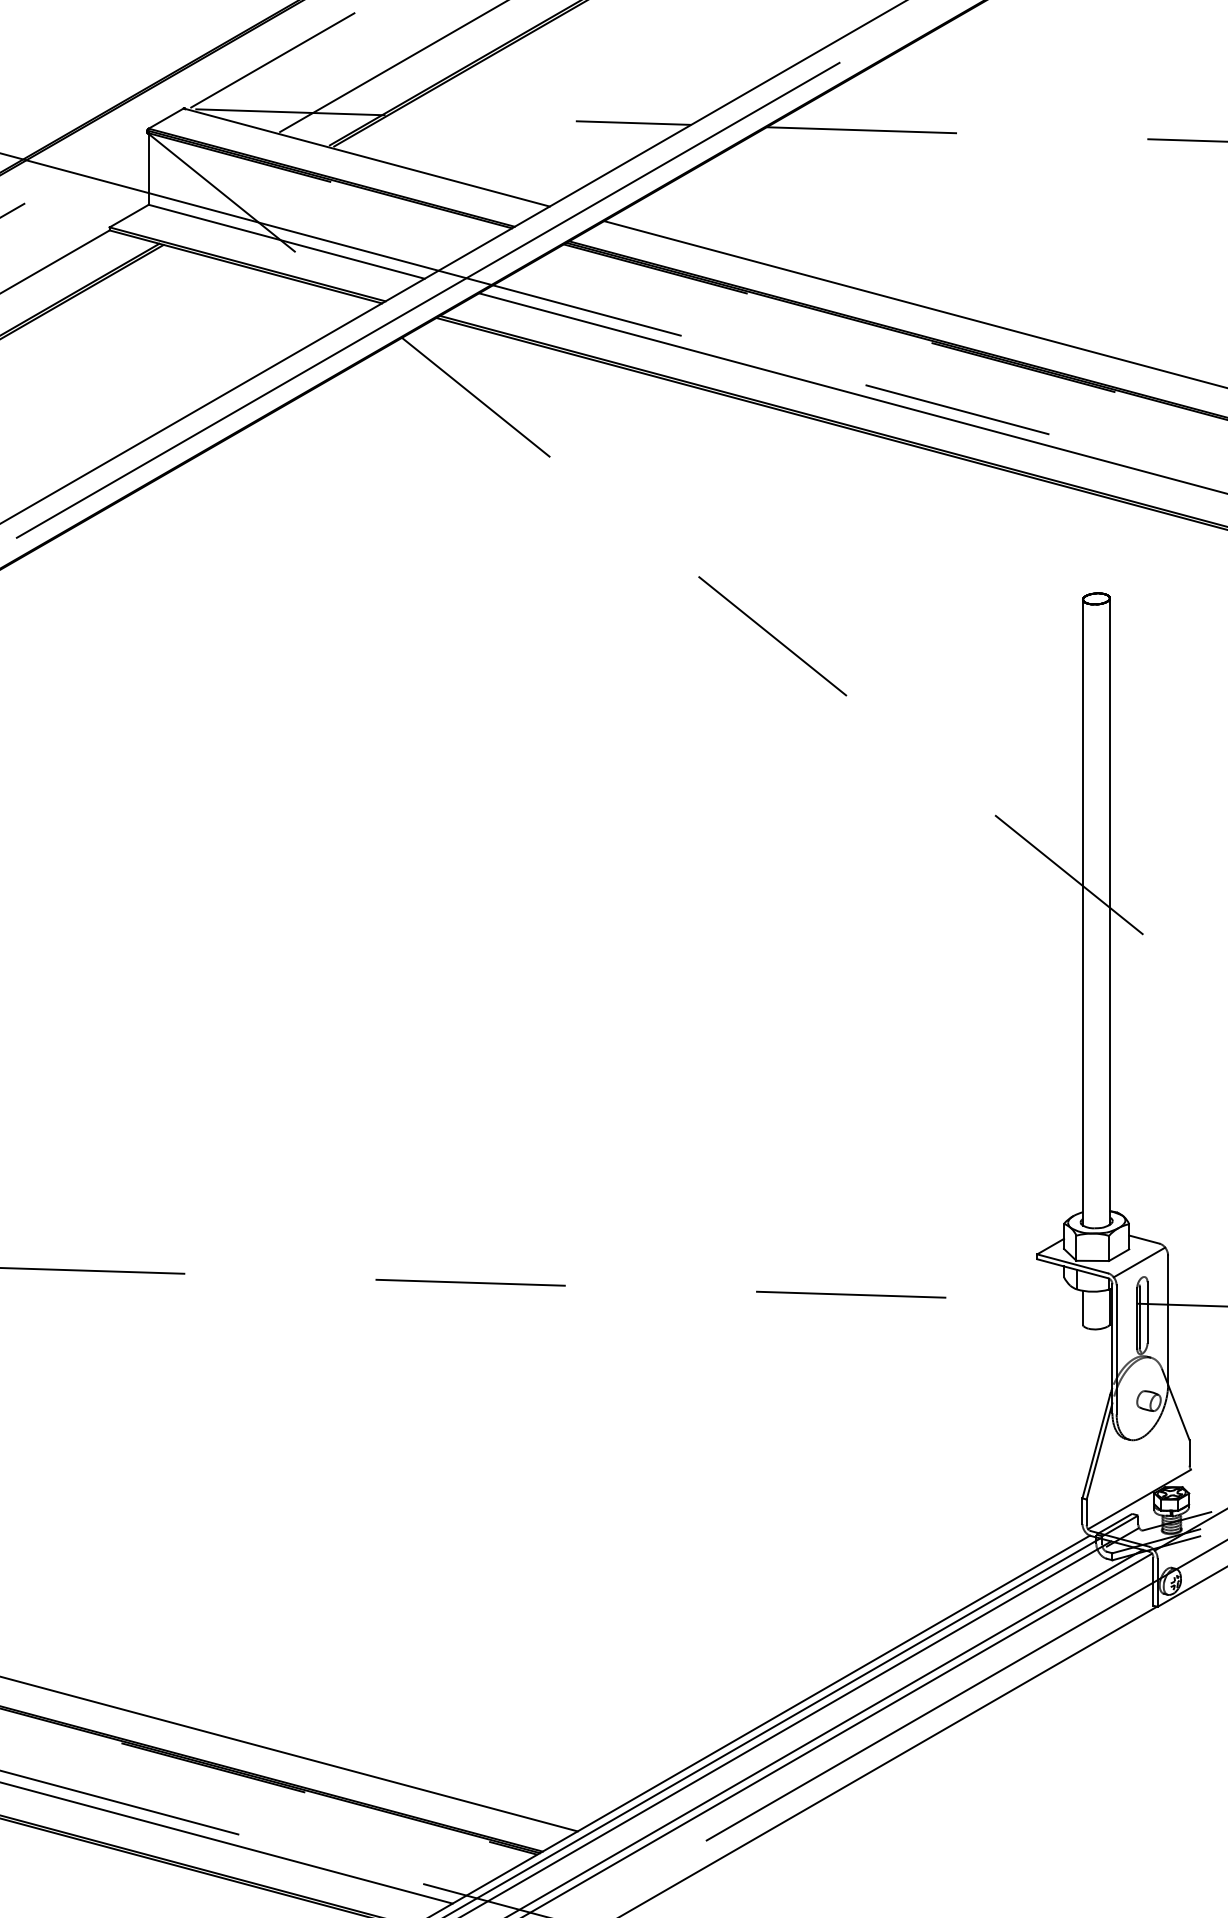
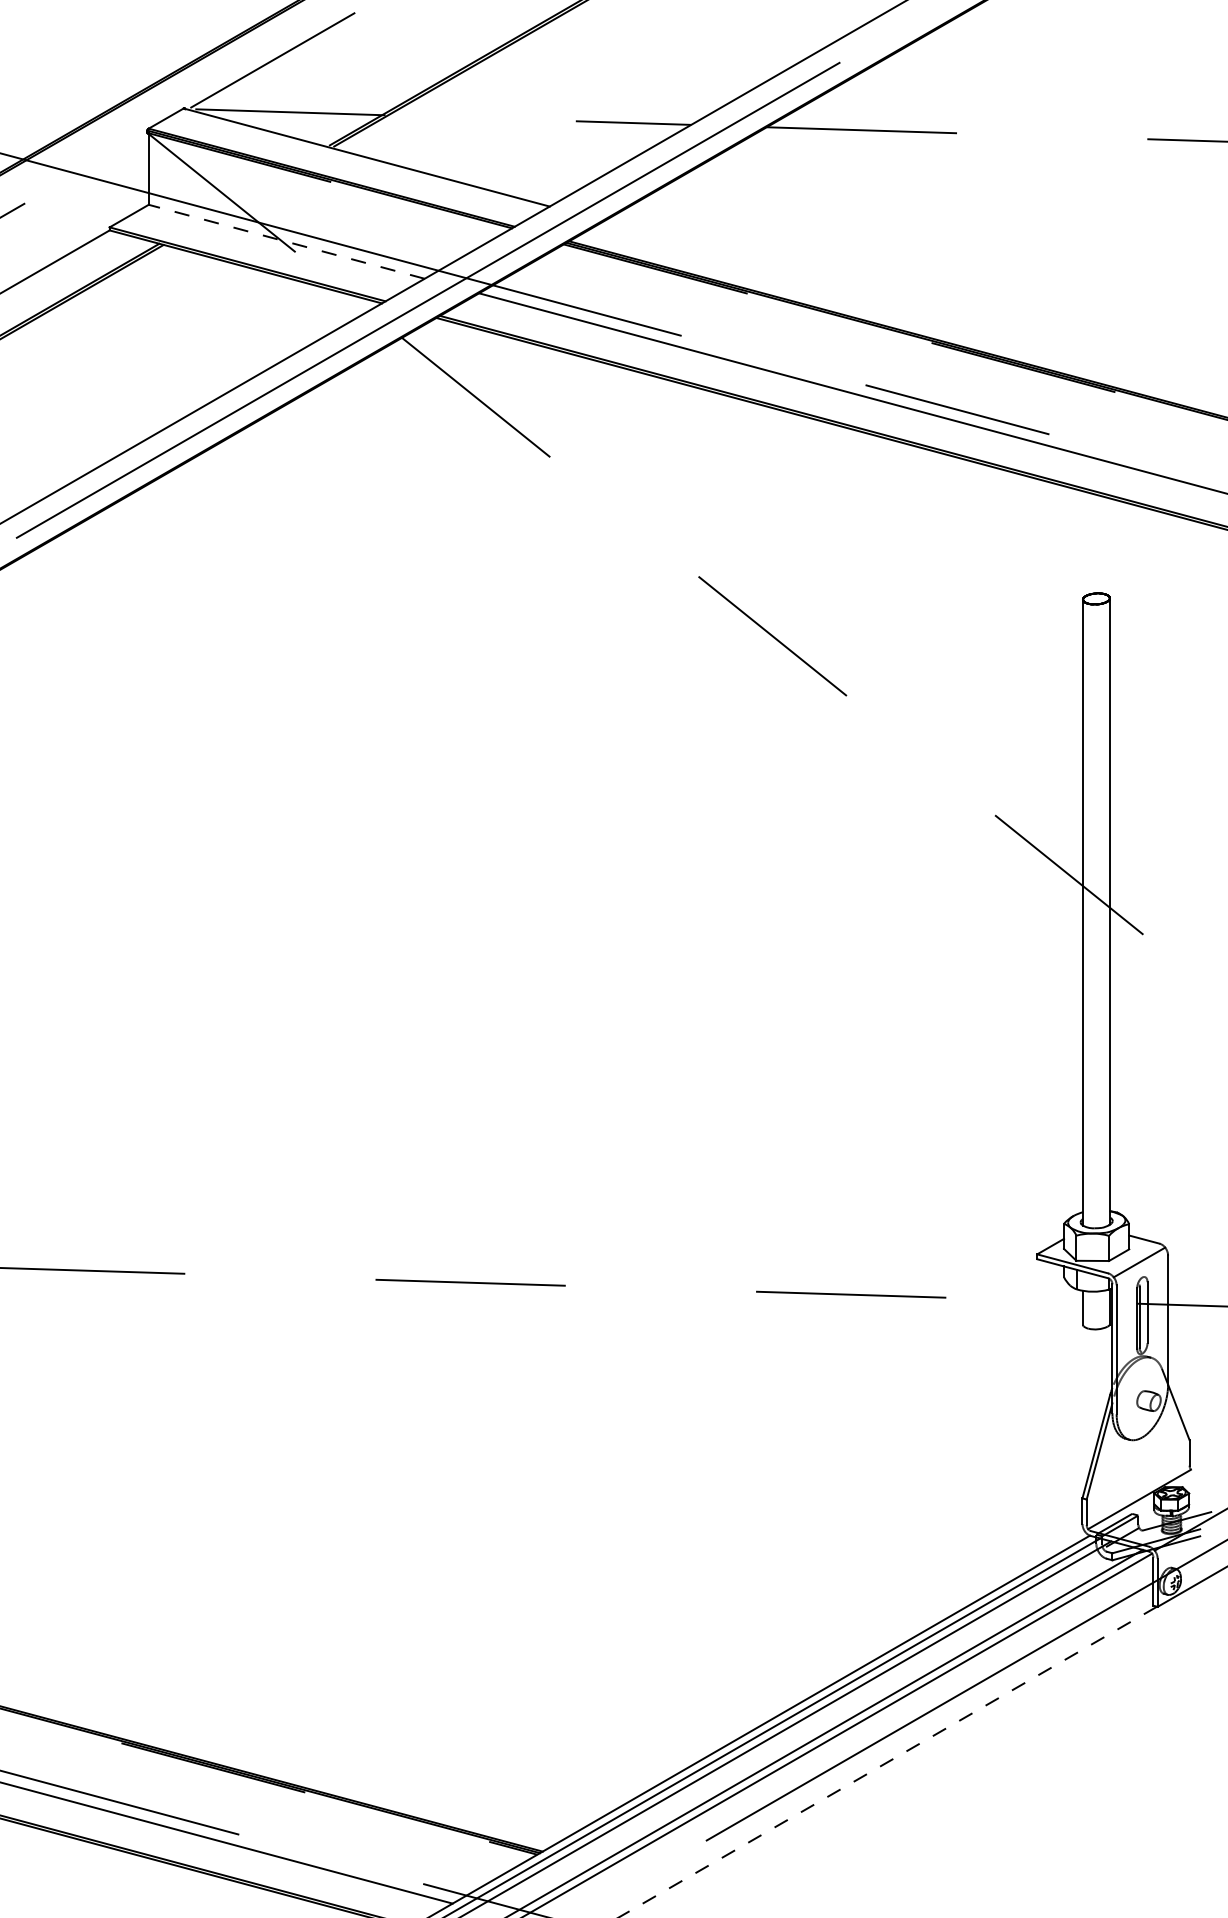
line at (392, 67): present -> none
line at (286, 241): solid -> dashed
line at (914, 304): present -> none
line at (289, 1754): present -> none
line at (887, 1762): solid -> dashed
